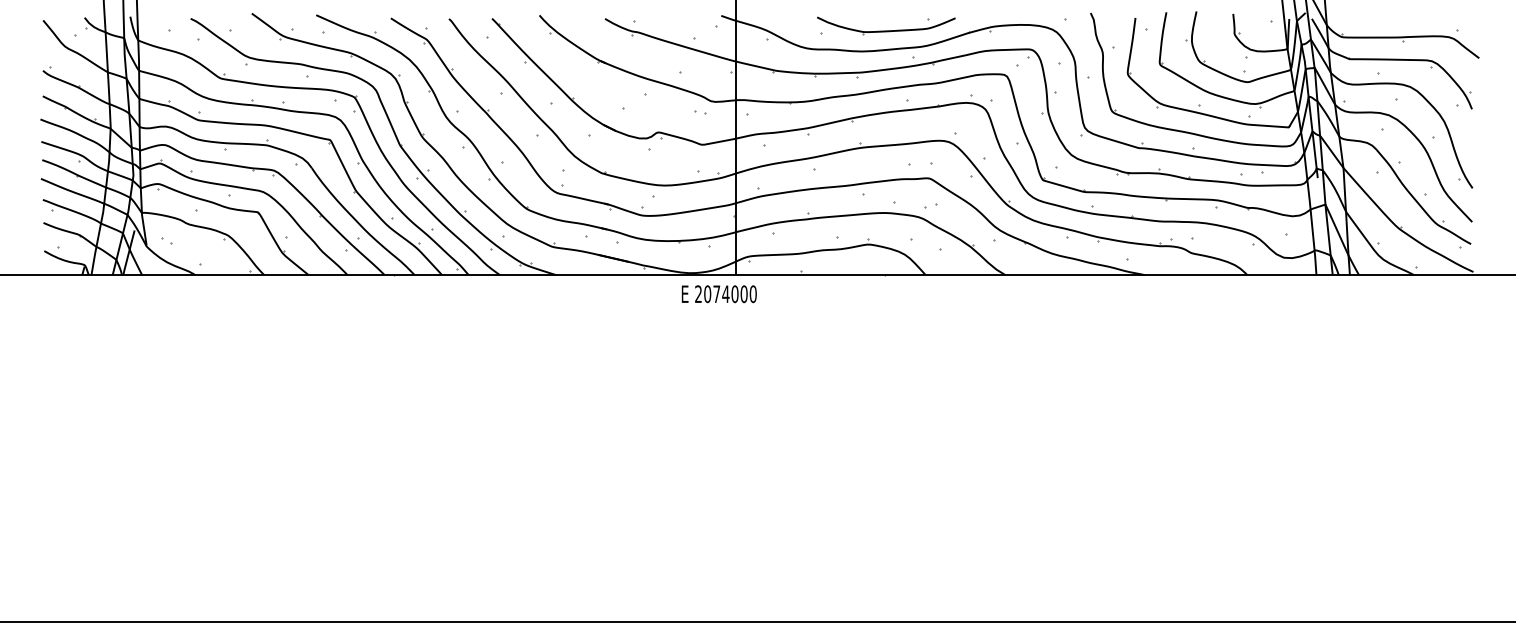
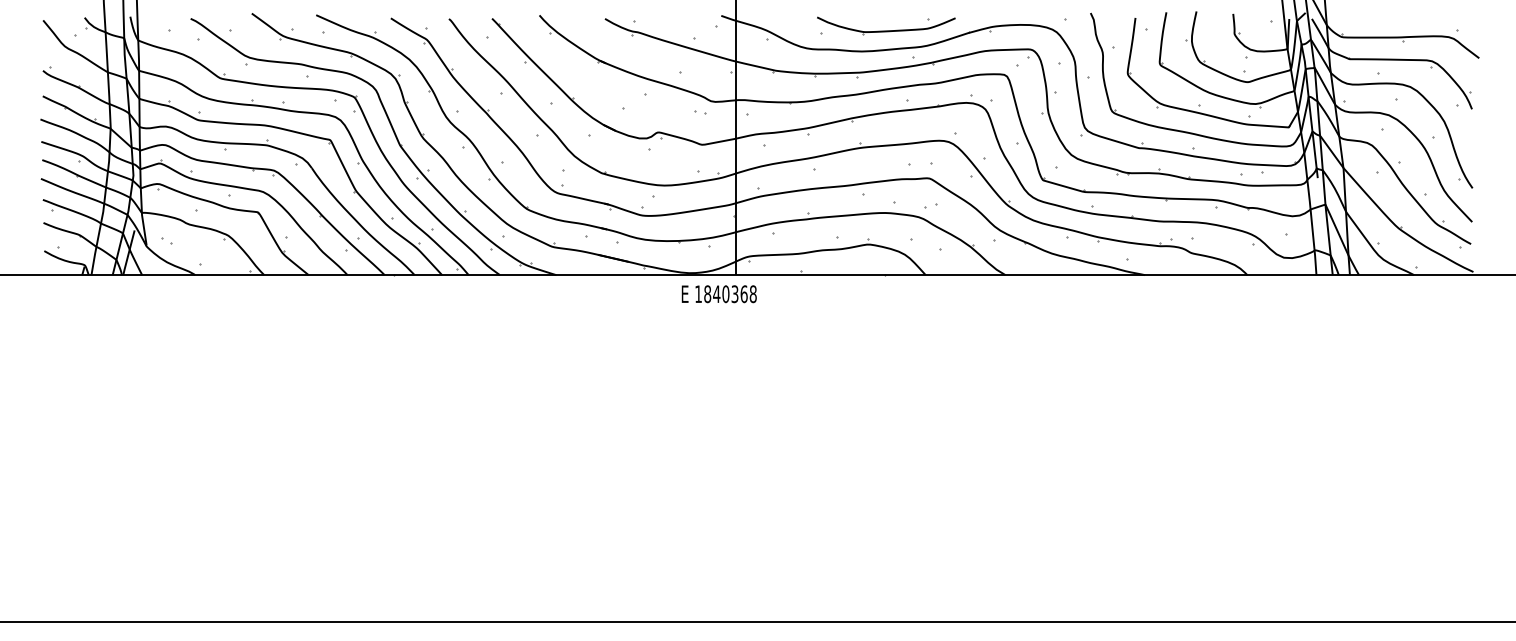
text at (725, 294): 2074000 -> 1840368
